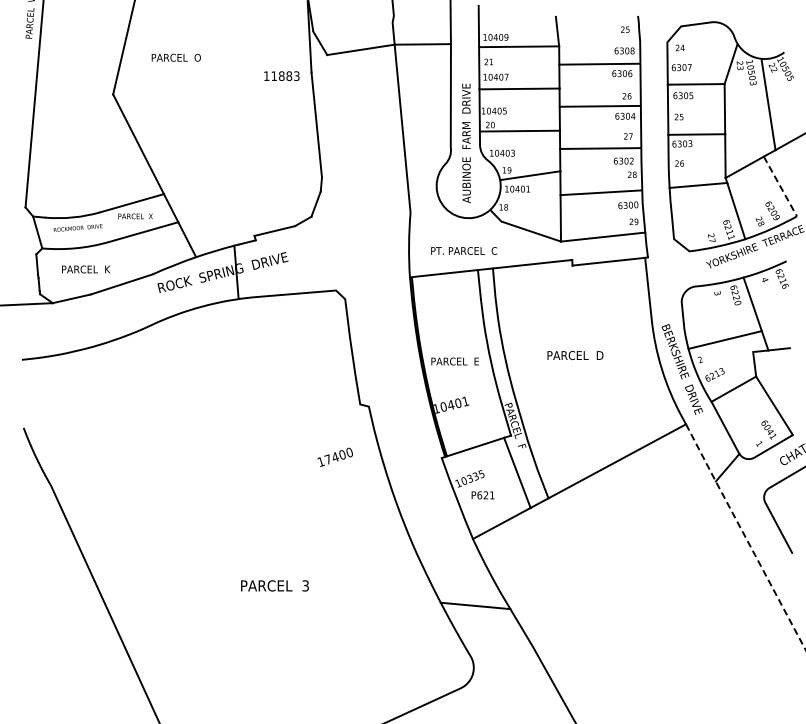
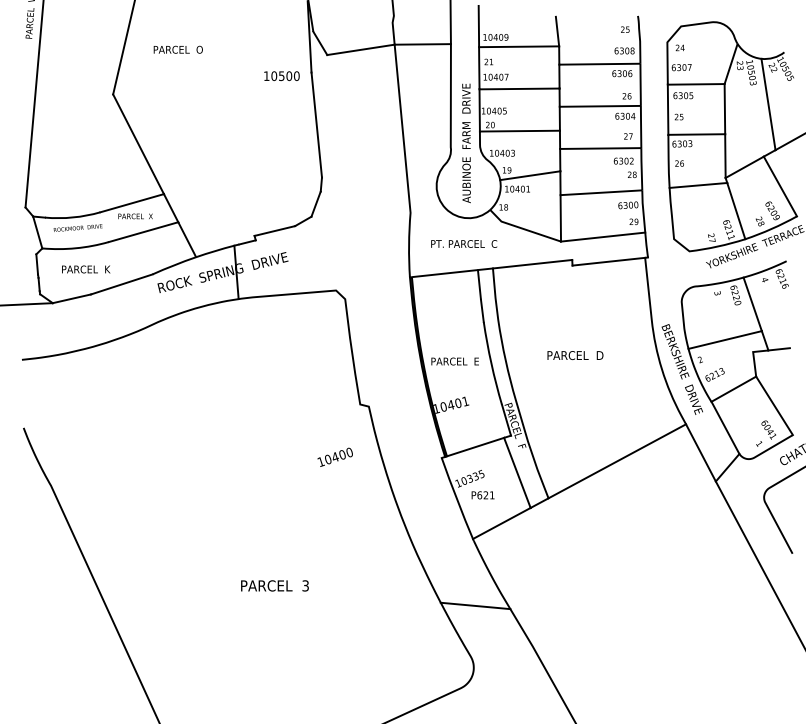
text at (175, 57) position: (175, 57) -> (177, 49)
text at (285, 76): 11883 -> 10500
line at (780, 186): dashed -> solid
text at (464, 250) position: (464, 250) -> (464, 243)
text at (327, 459): 17400 -> 10400
line at (745, 536): dashed -> solid
